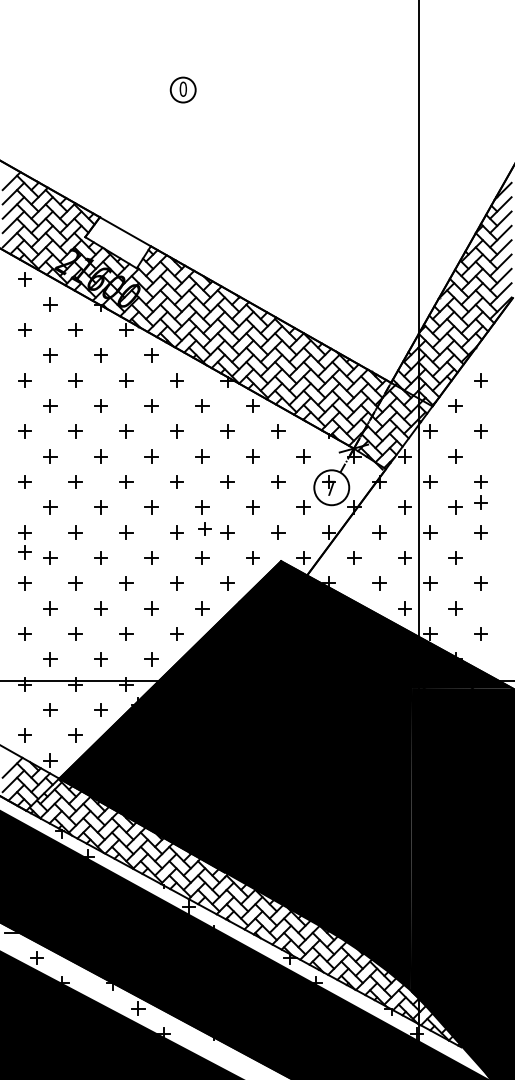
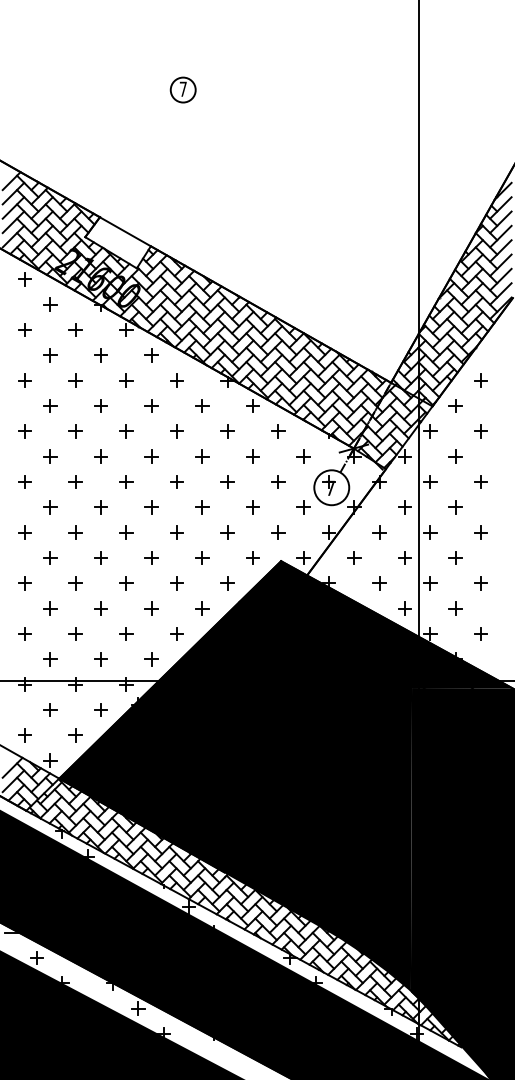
text at (182, 88): 0 -> 7
part at (480, 502): present -> none
part at (204, 528): present -> none
part at (24, 552): present -> none
